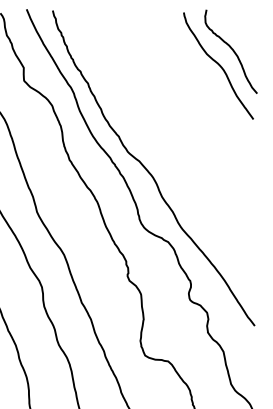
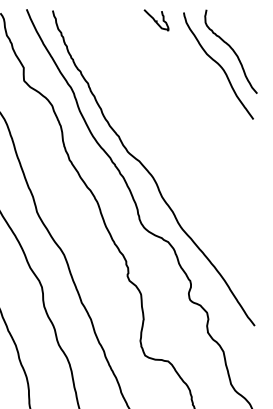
curve at (156, 20): none -> present
